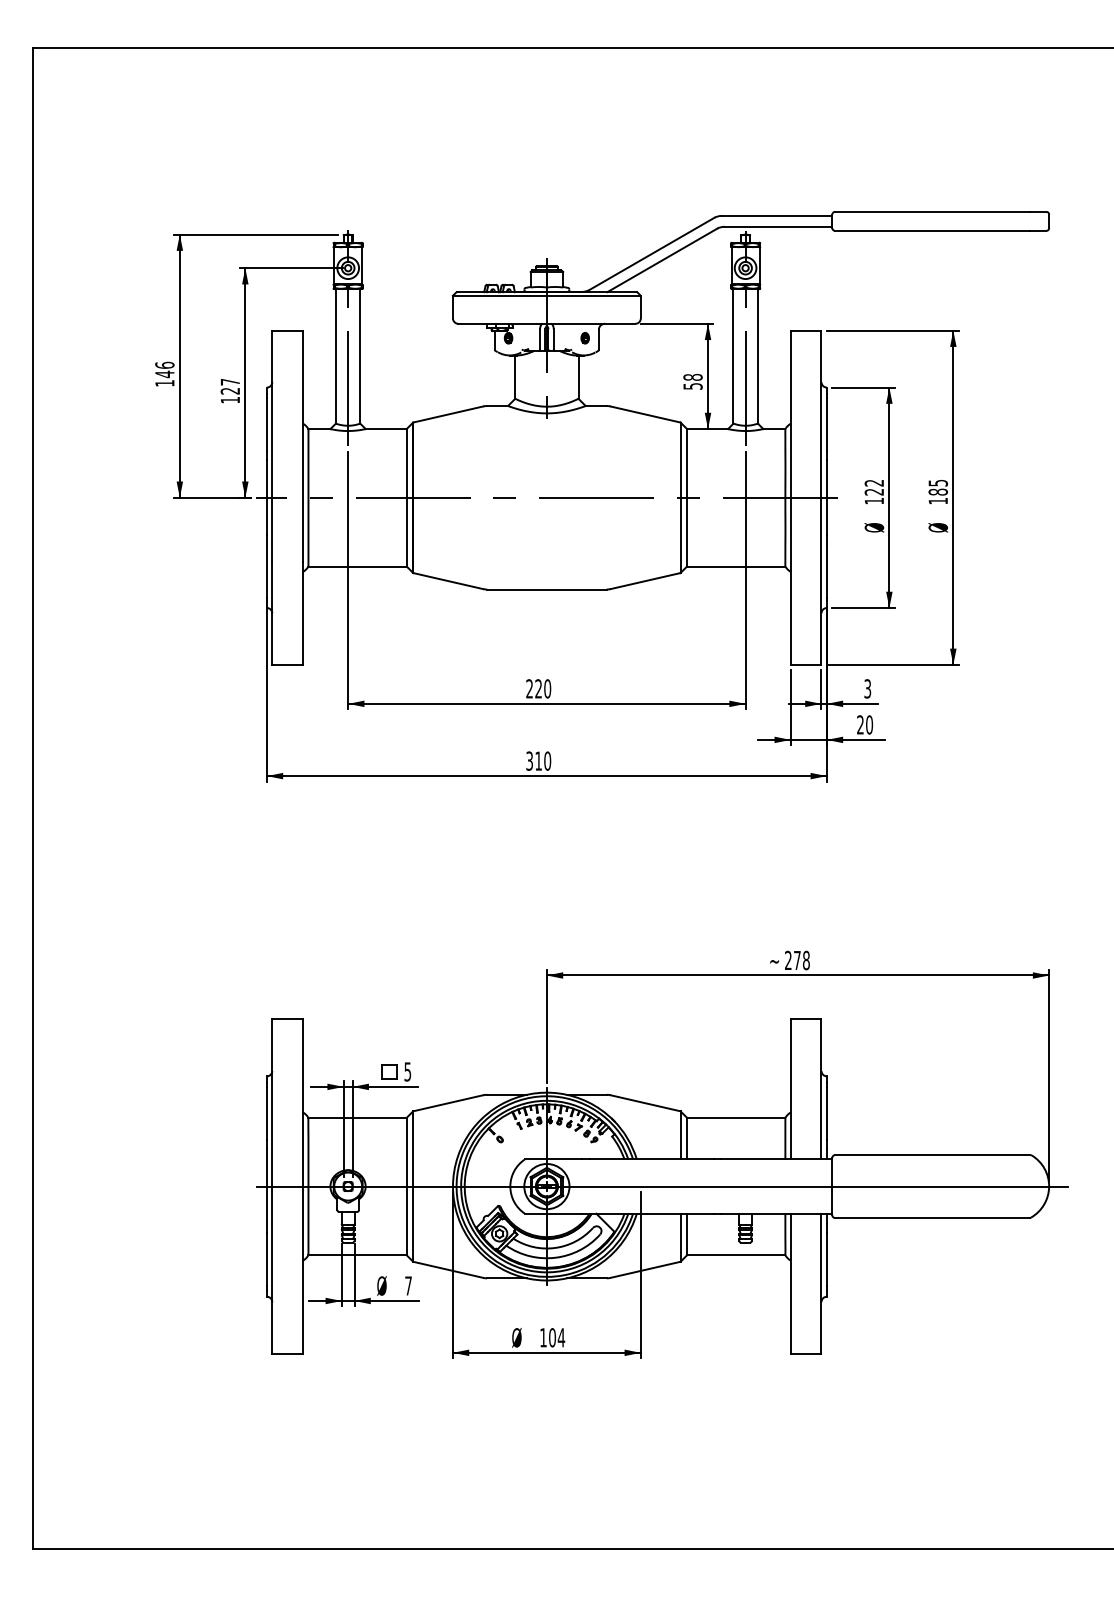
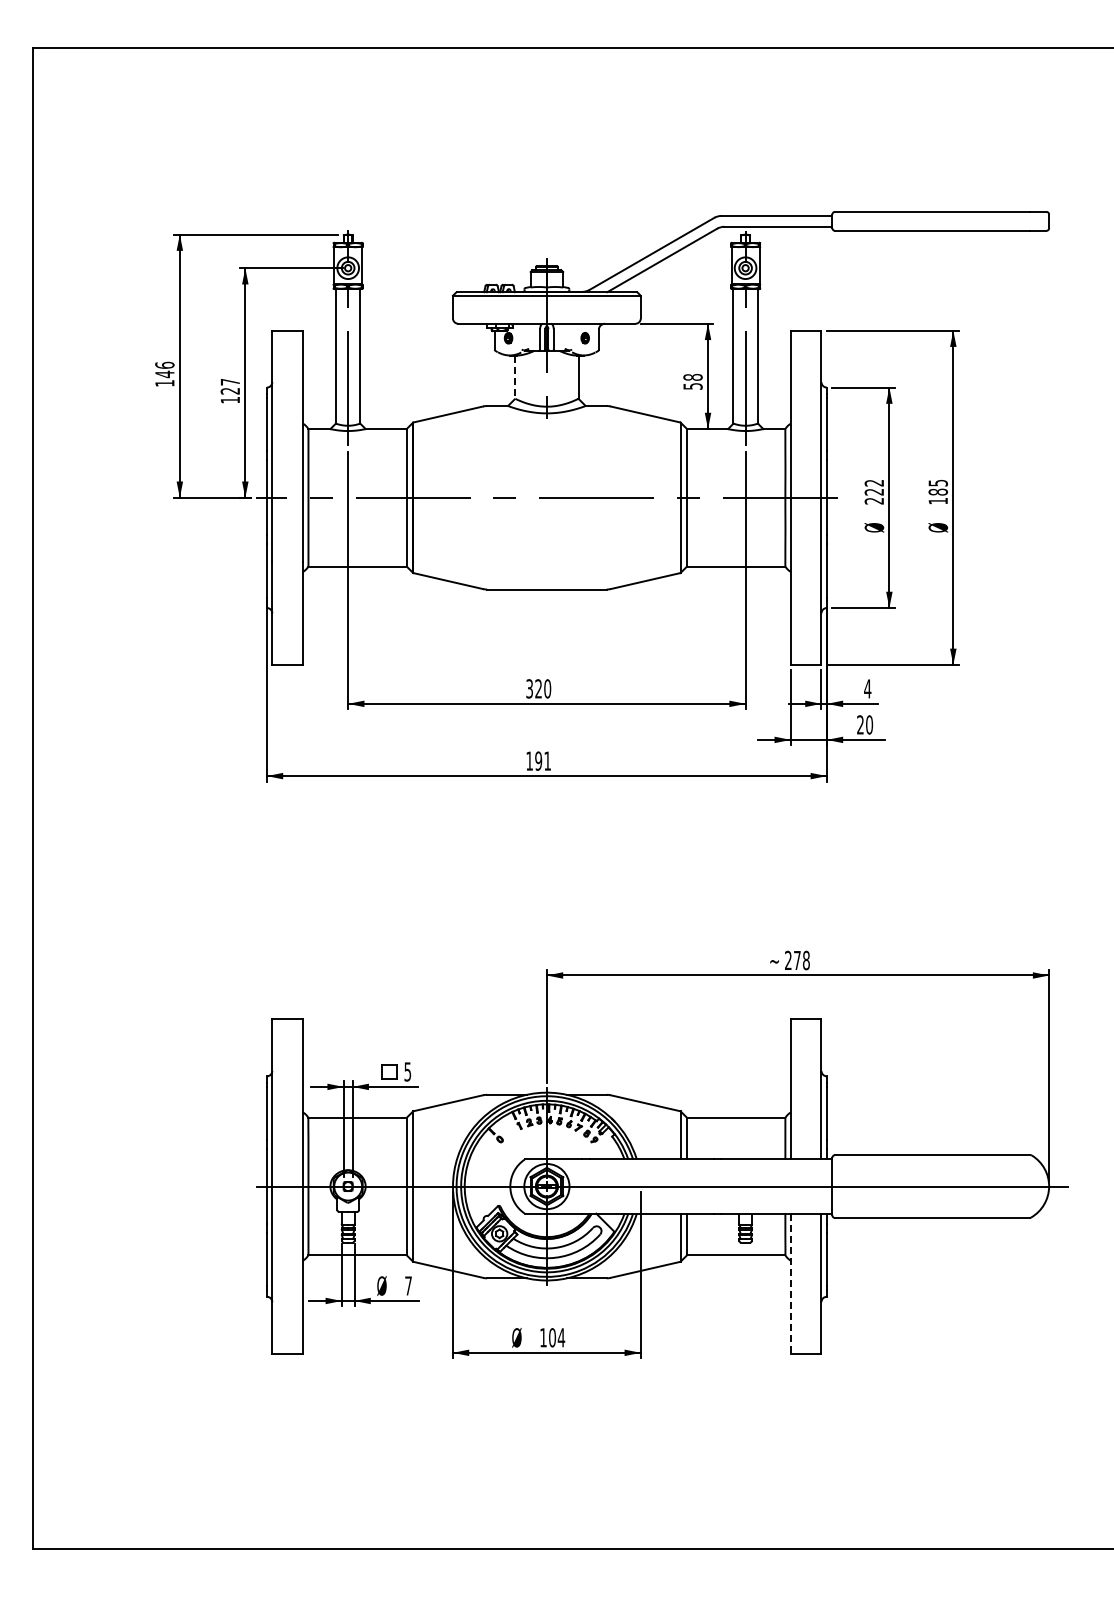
line at (515, 377): solid -> dashed
text at (873, 501): 122 -> 222
text at (529, 688): 220 -> 320
text at (867, 688): 3 -> 4
text at (538, 760): 310 -> 191
line at (790, 1283): solid -> dashed
